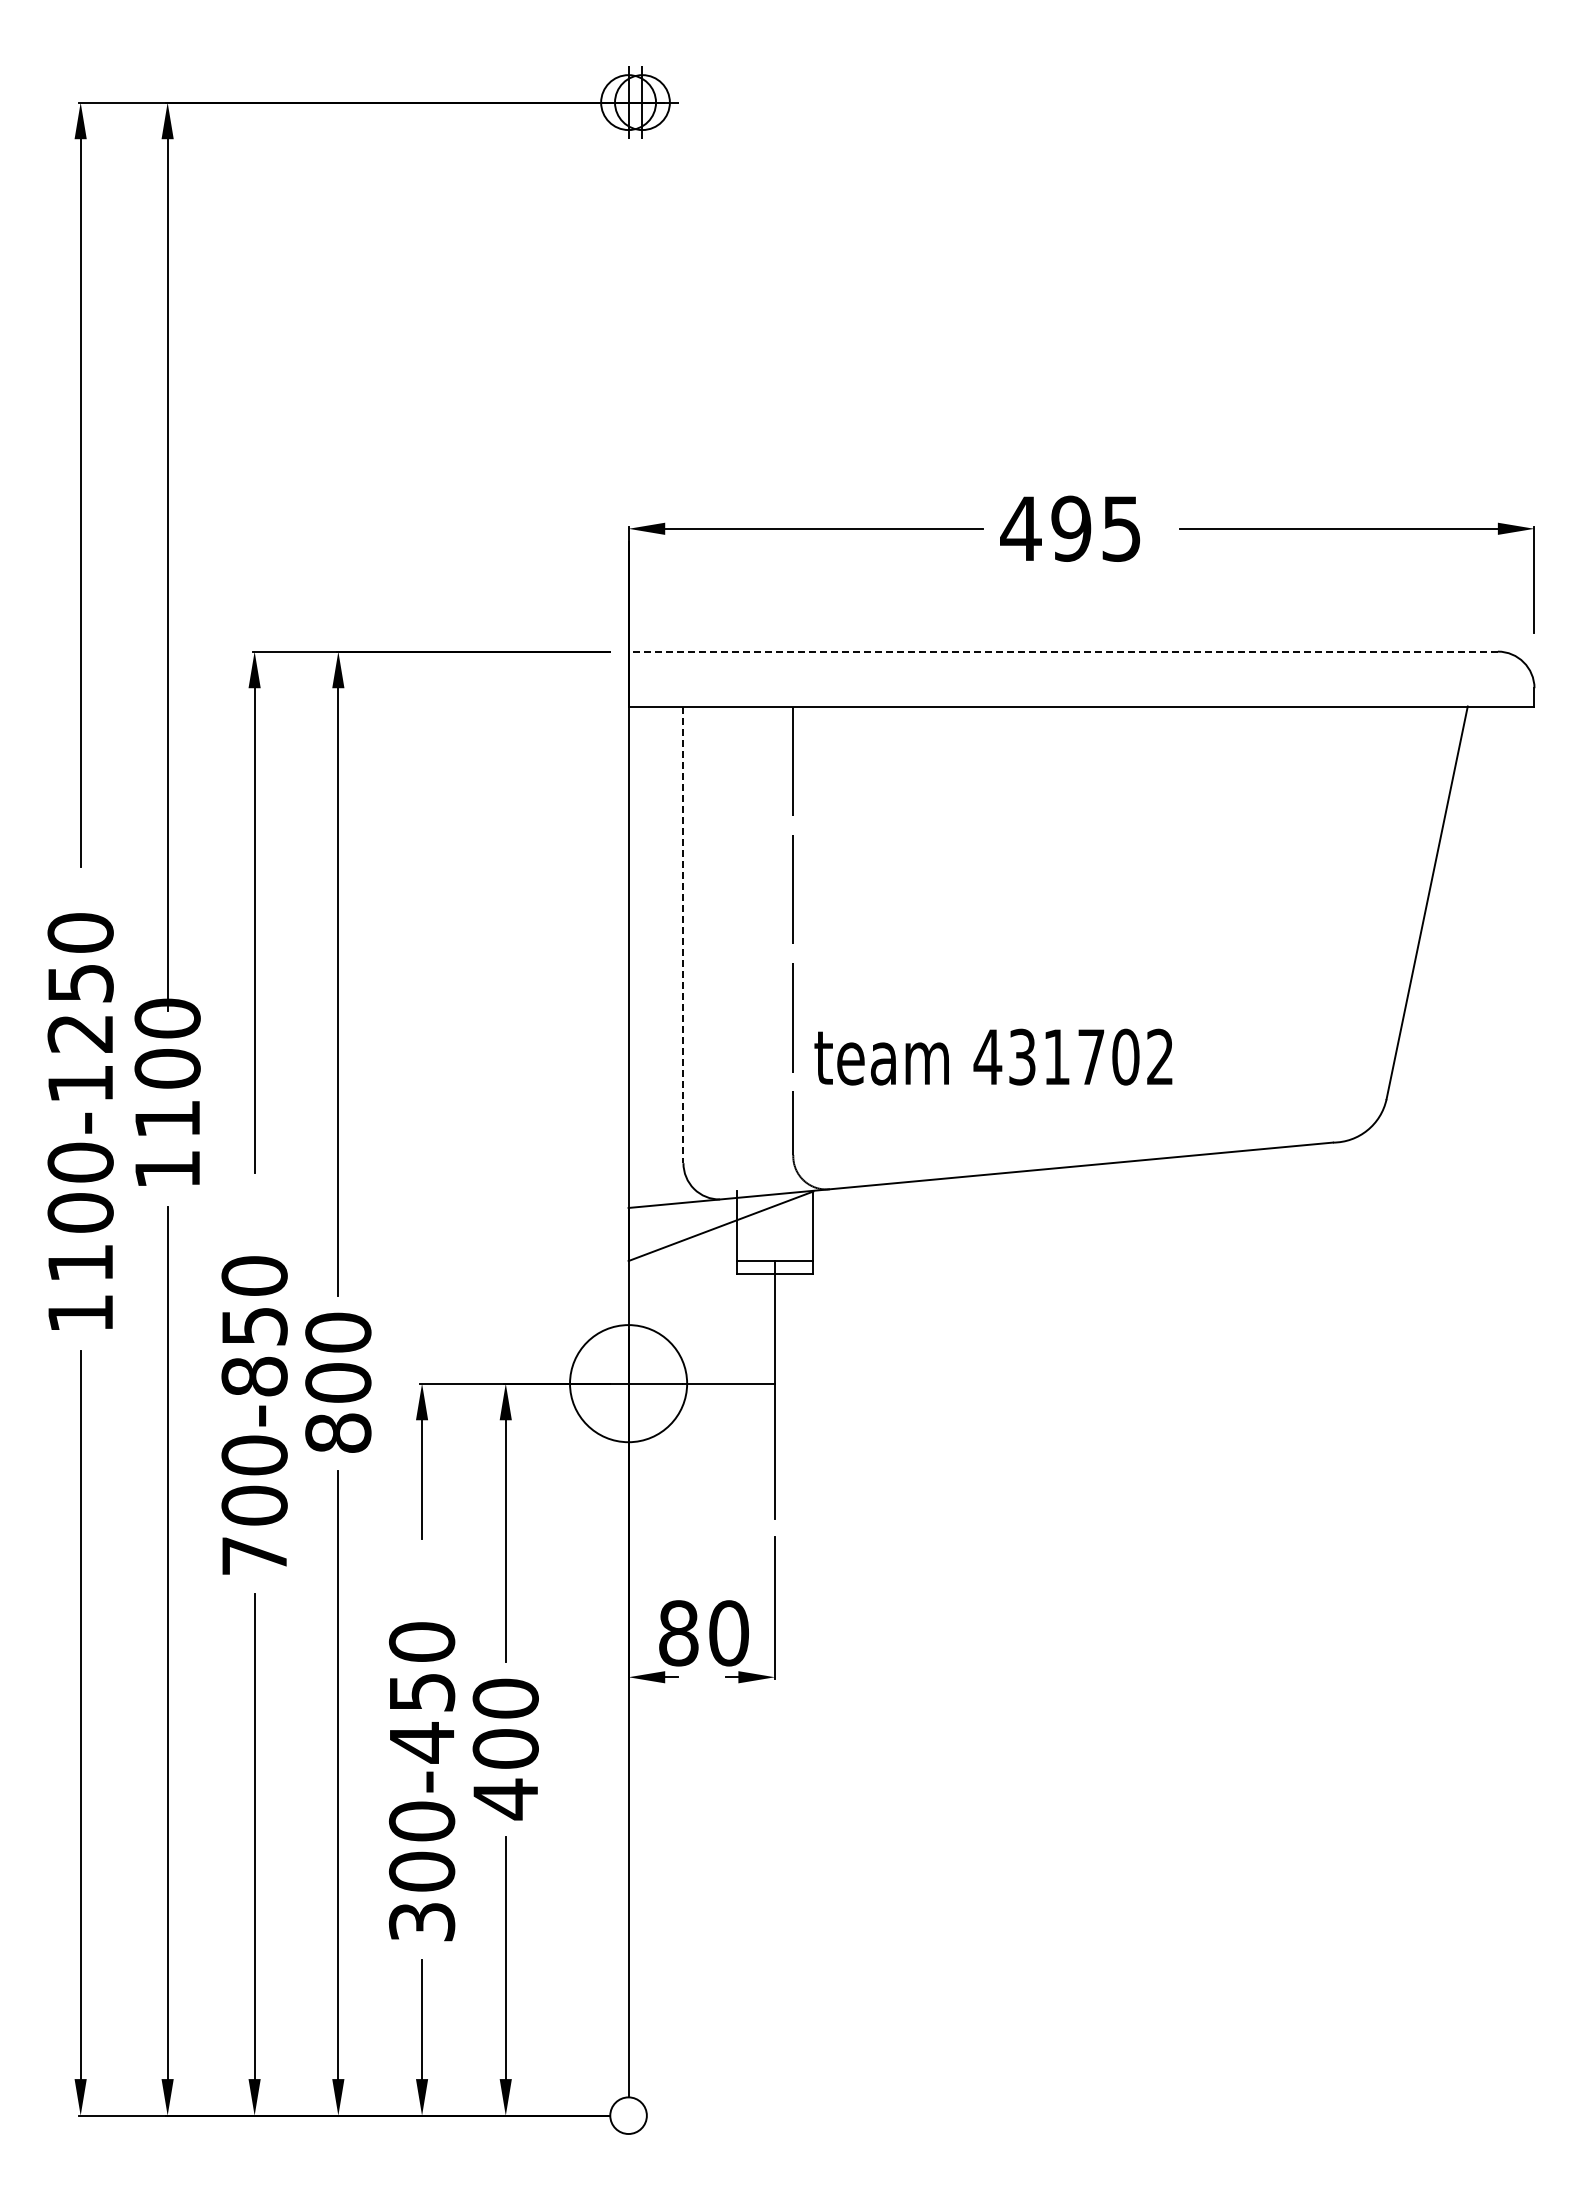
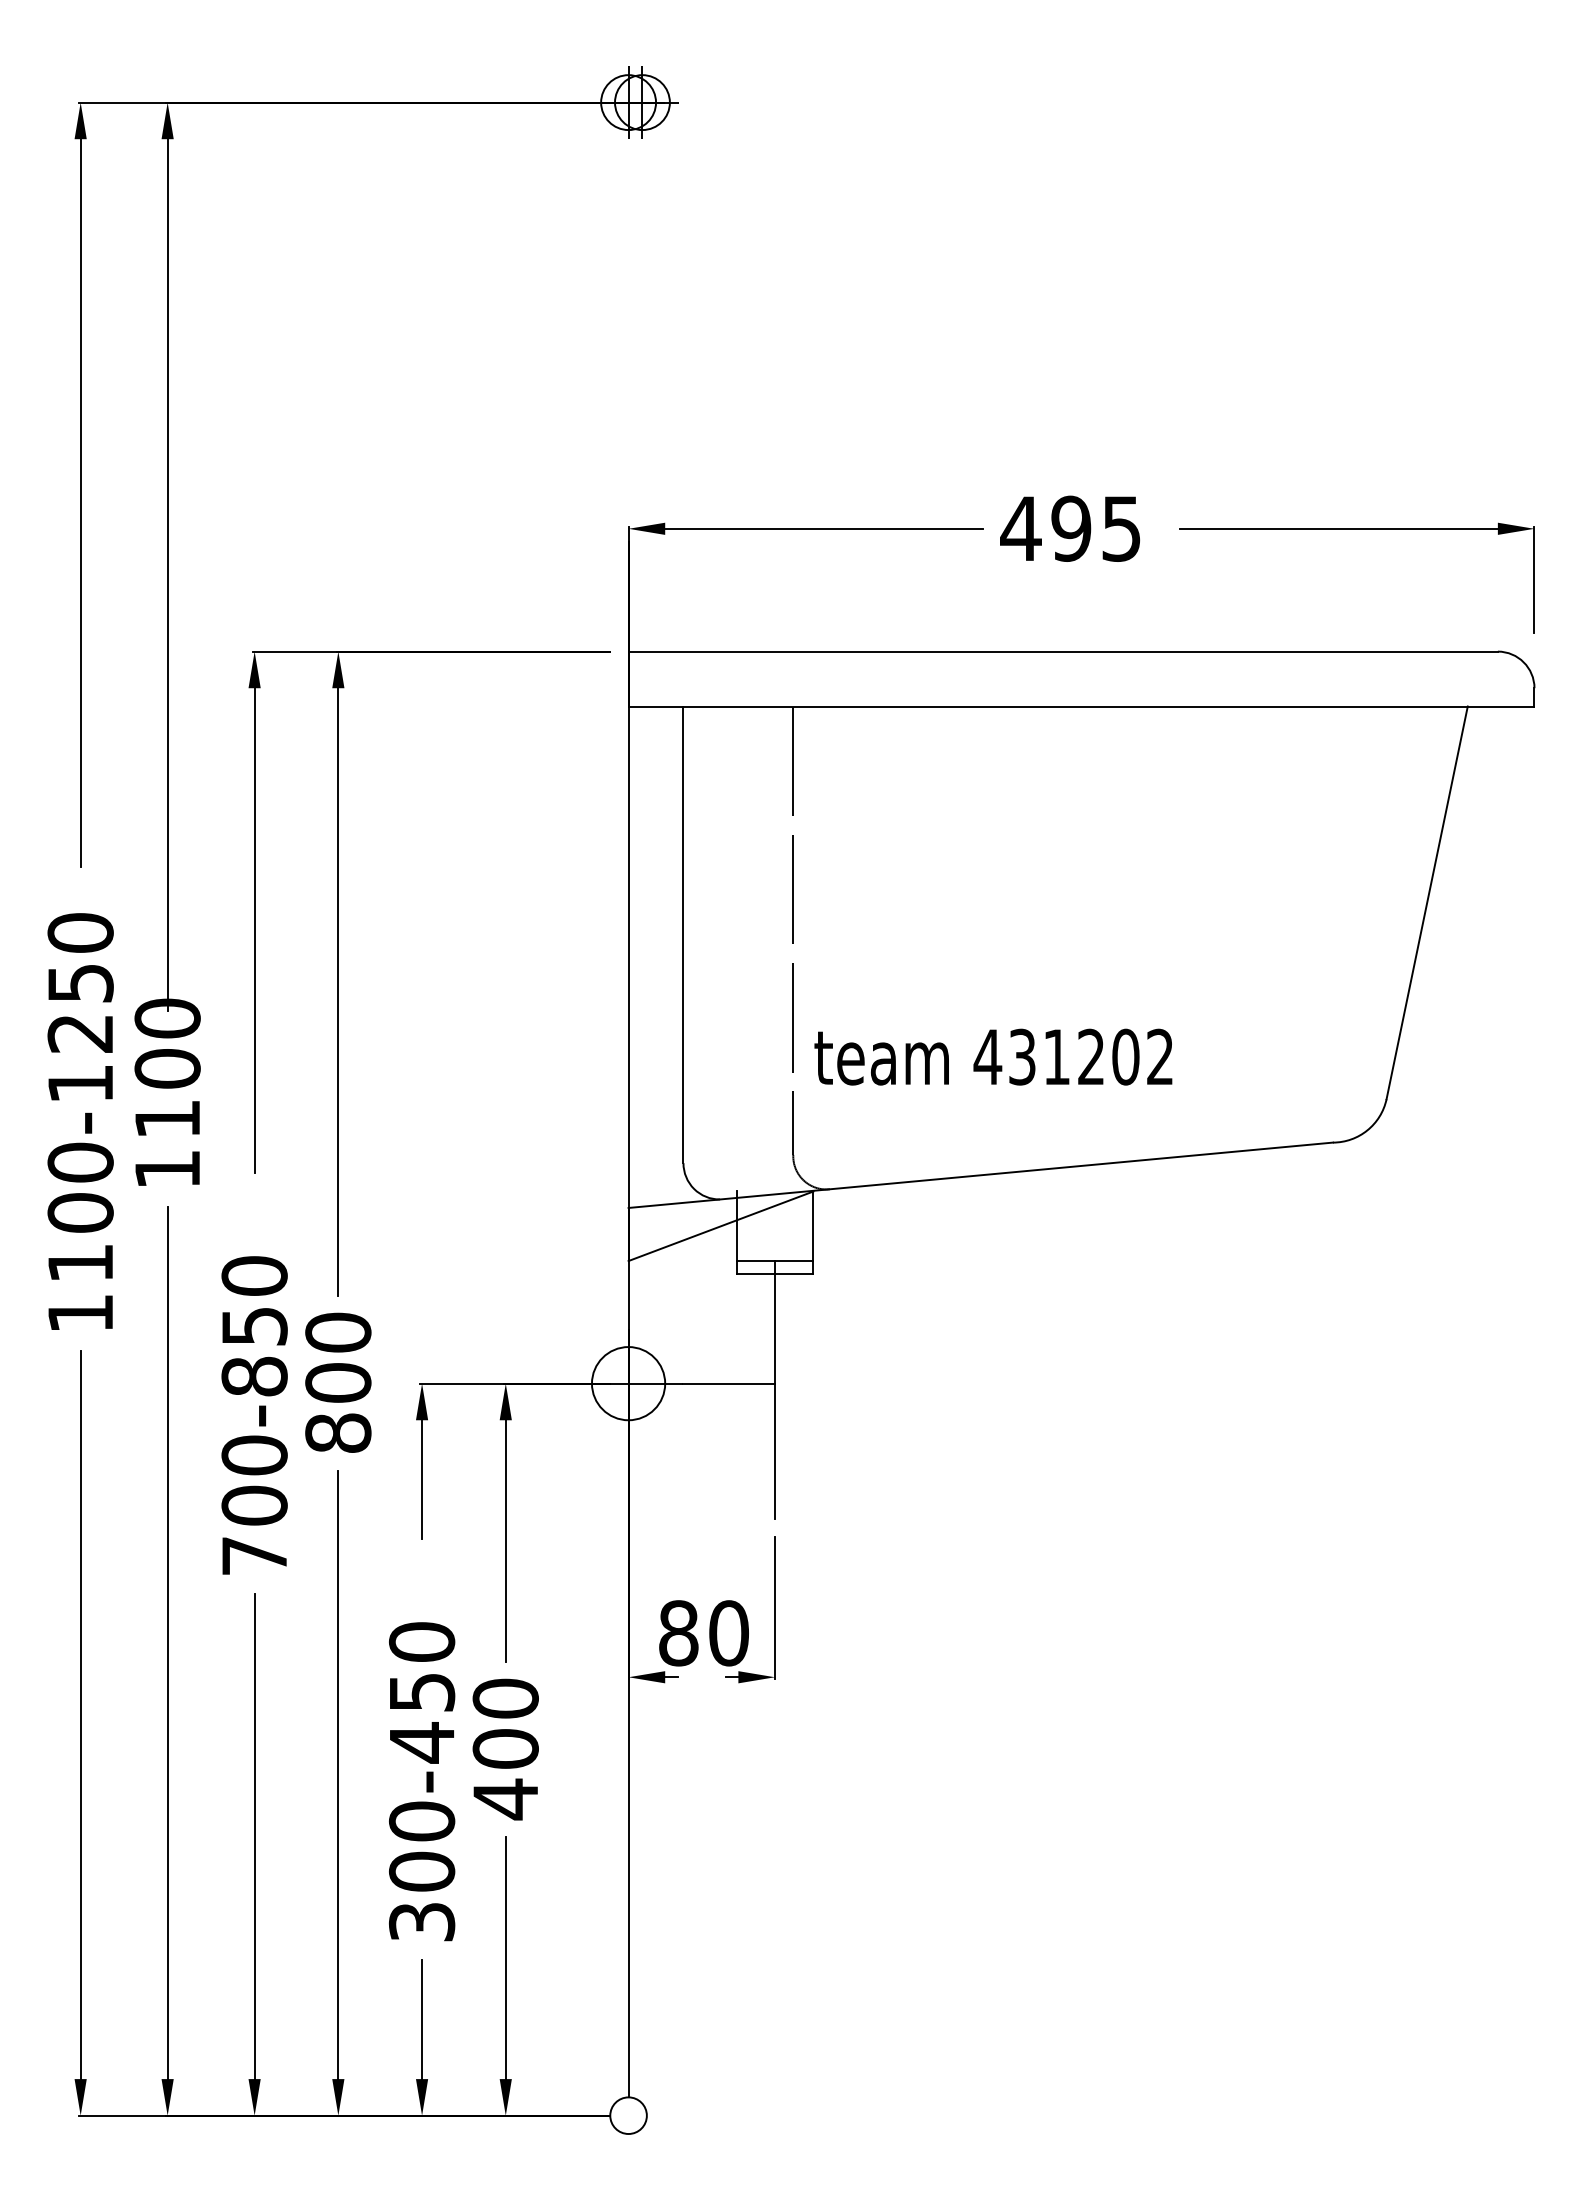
line at (1063, 651): dashed -> solid
line at (683, 935): dashed -> solid
text at (1091, 1056): 431702 -> 431202
circle at (628, 1383) diameter: 117 px -> 73 px
